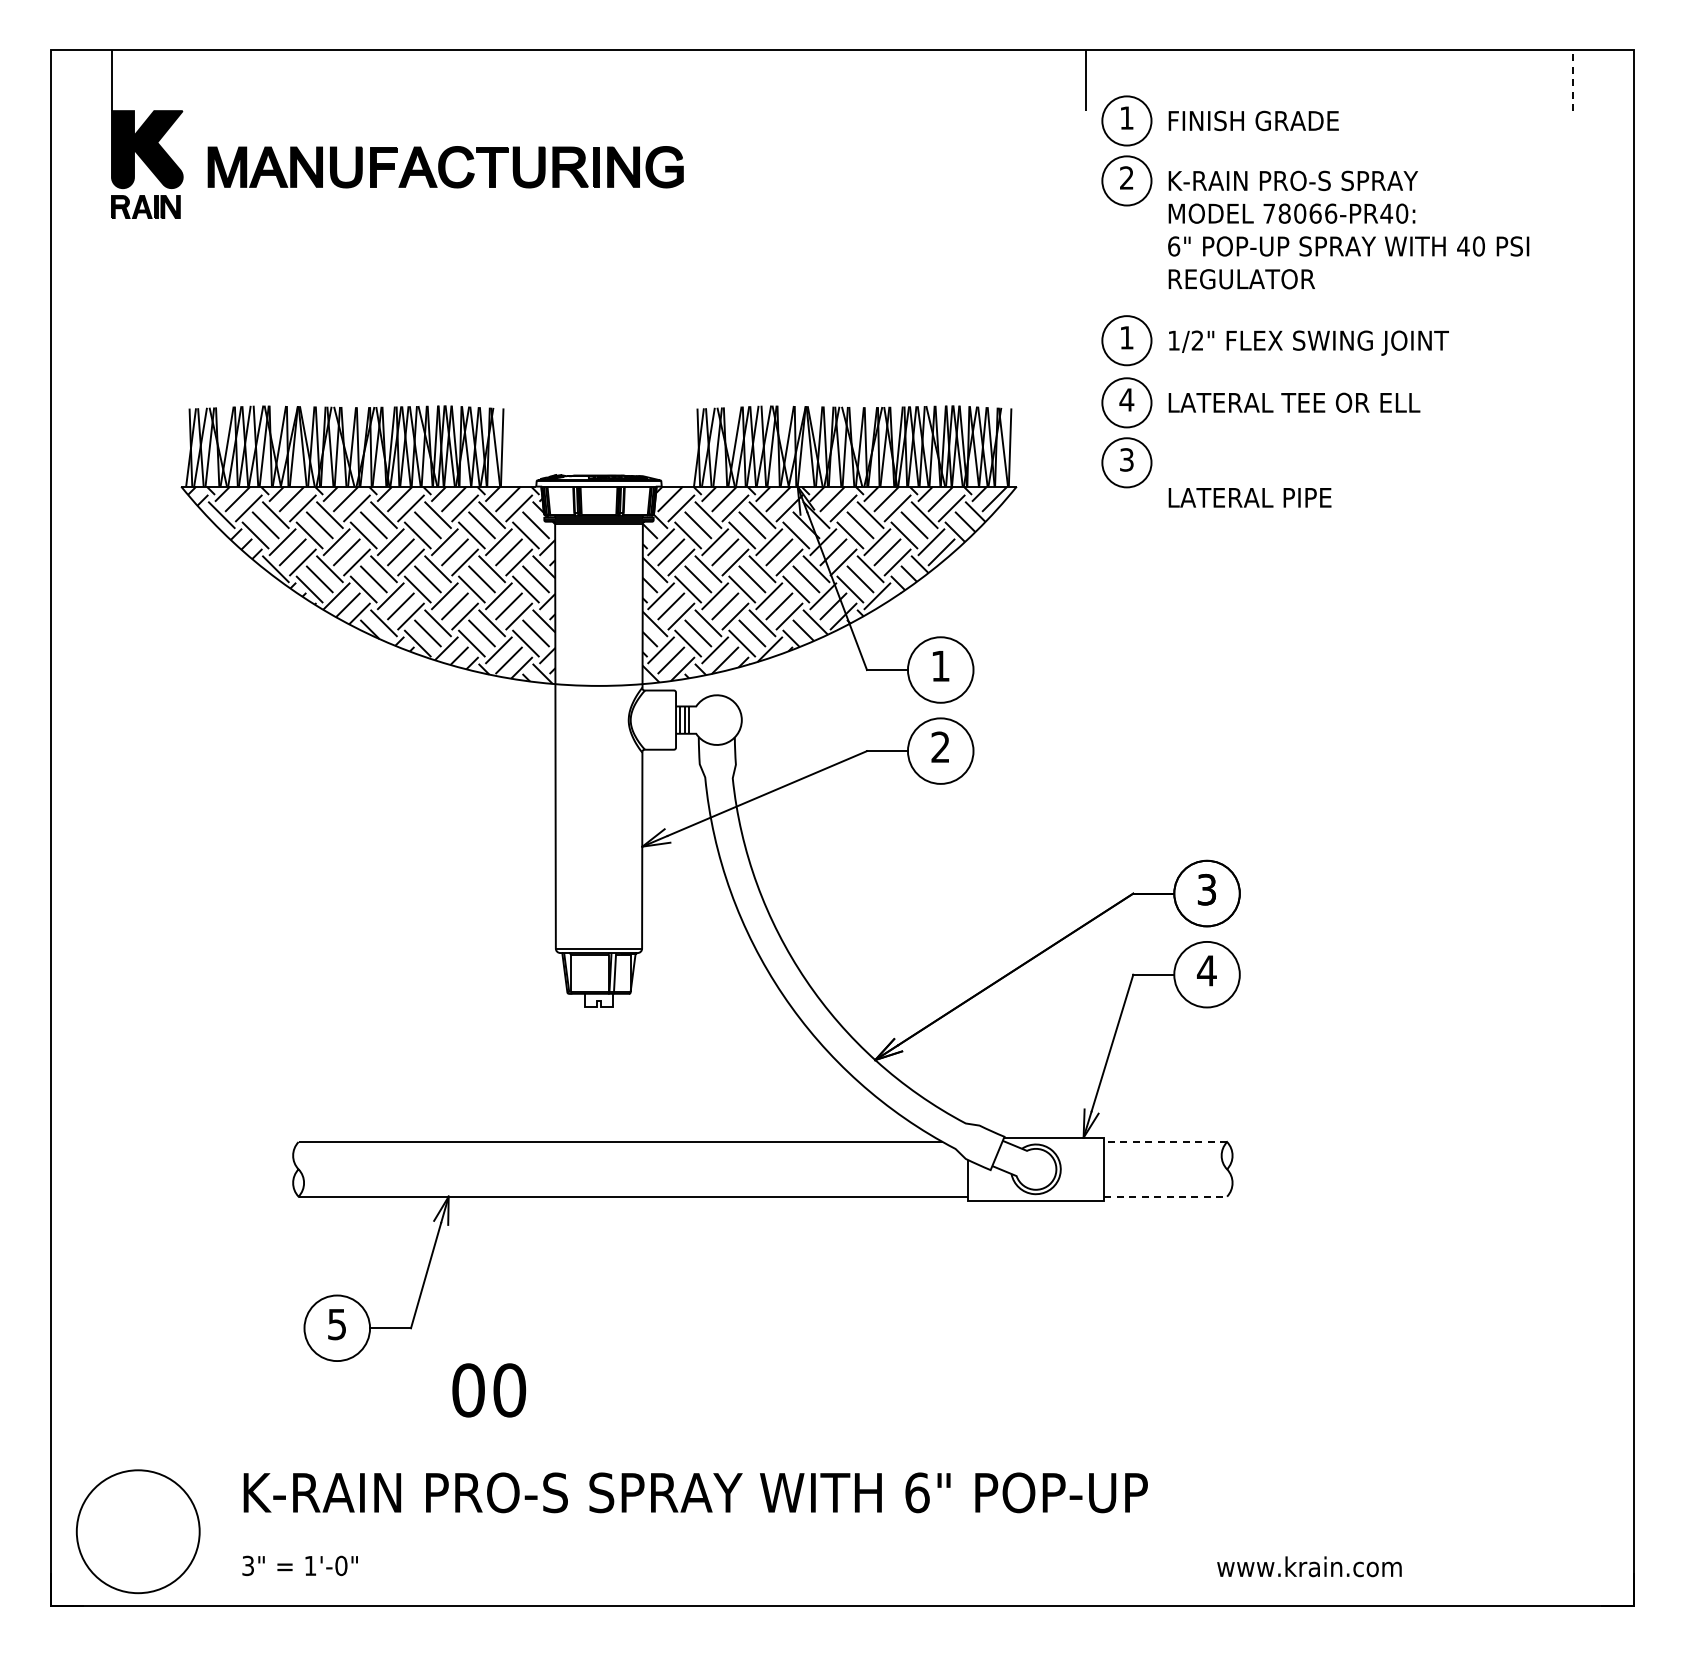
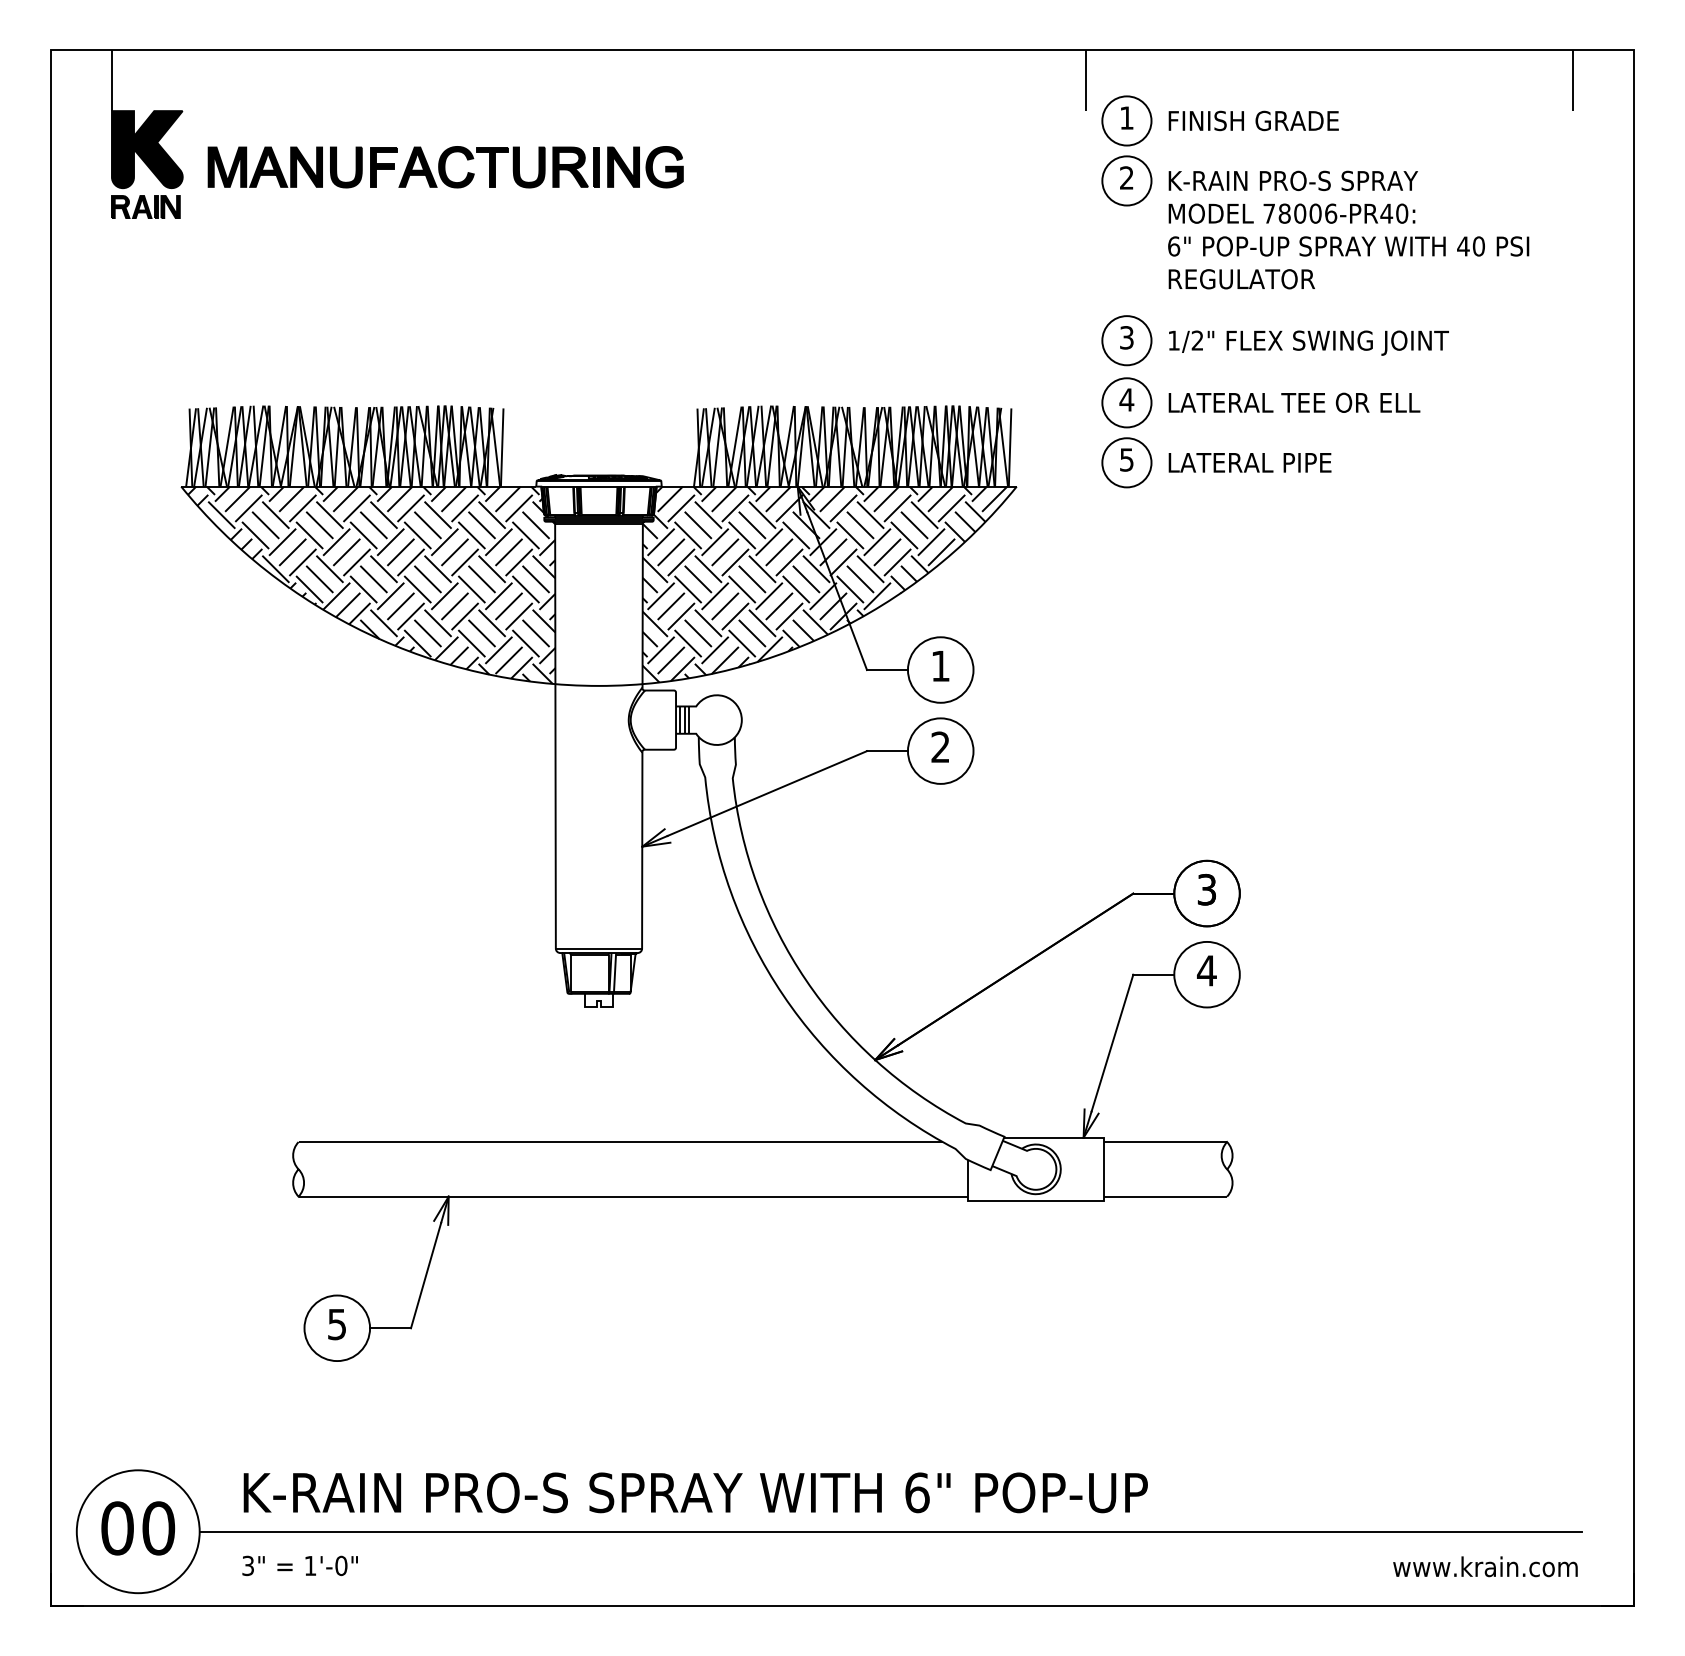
line at (1573, 80): dashed -> solid
text at (1315, 213): 78066-PR40:^J6" -> 78006-PR40:^J6"
text at (1126, 337): 1 -> 3
text at (1126, 459): 3 -> 5
text at (1249, 497) position: (1249, 497) -> (1249, 462)
line at (1165, 1142): dashed -> solid
line at (1166, 1196): dashed -> solid
text at (489, 1390) position: (489, 1390) -> (138, 1528)
line at (890, 1531): none -> present
text at (1309, 1566) position: (1309, 1566) -> (1485, 1566)
